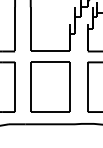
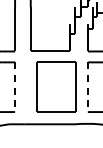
part at (50, 86) position: (50, 86) -> (56, 86)
line at (15, 87): solid -> dashed
line at (87, 87): solid -> dashed
